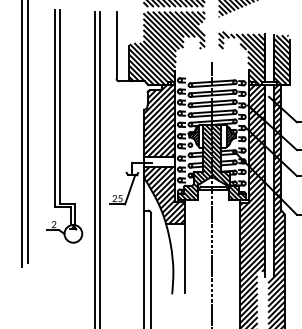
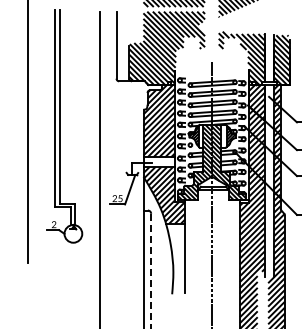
line at (22, 134): present -> none
line at (94, 168): present -> none
line at (151, 271): solid -> dashed
